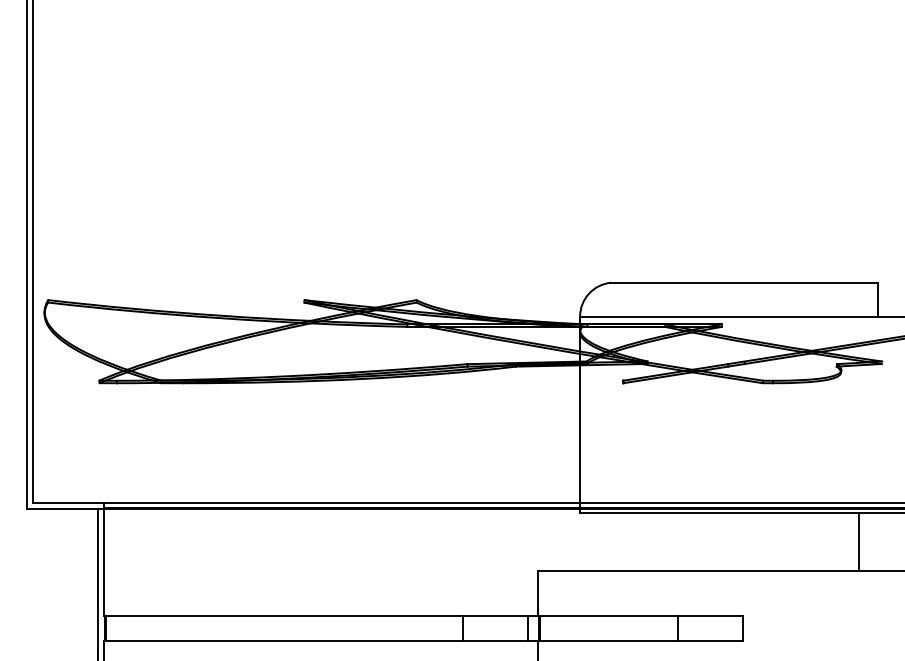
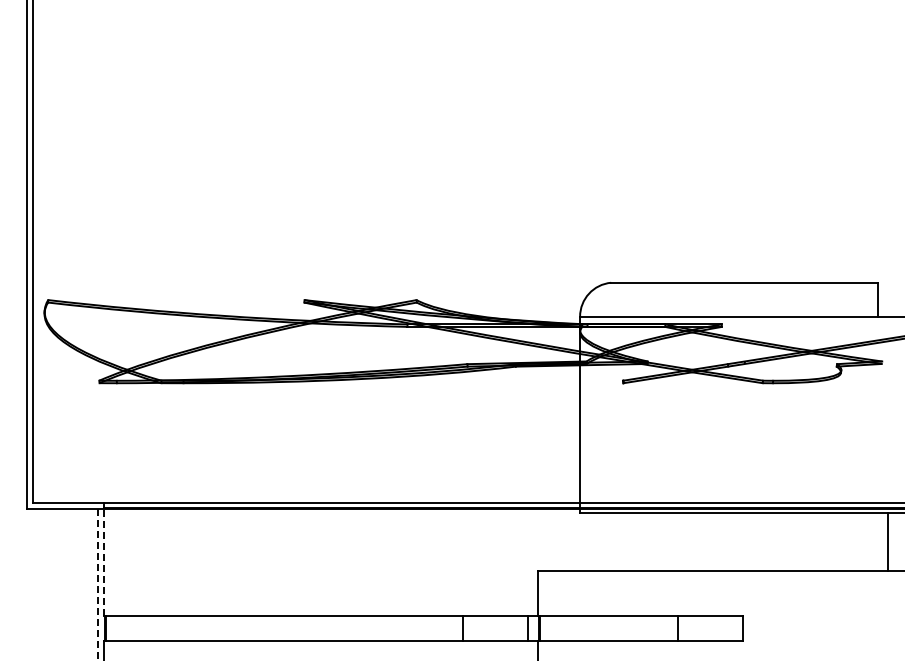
line at (859, 541) position: (859, 541) -> (888, 541)
line at (104, 561): solid -> dashed
line at (98, 585): solid -> dashed
